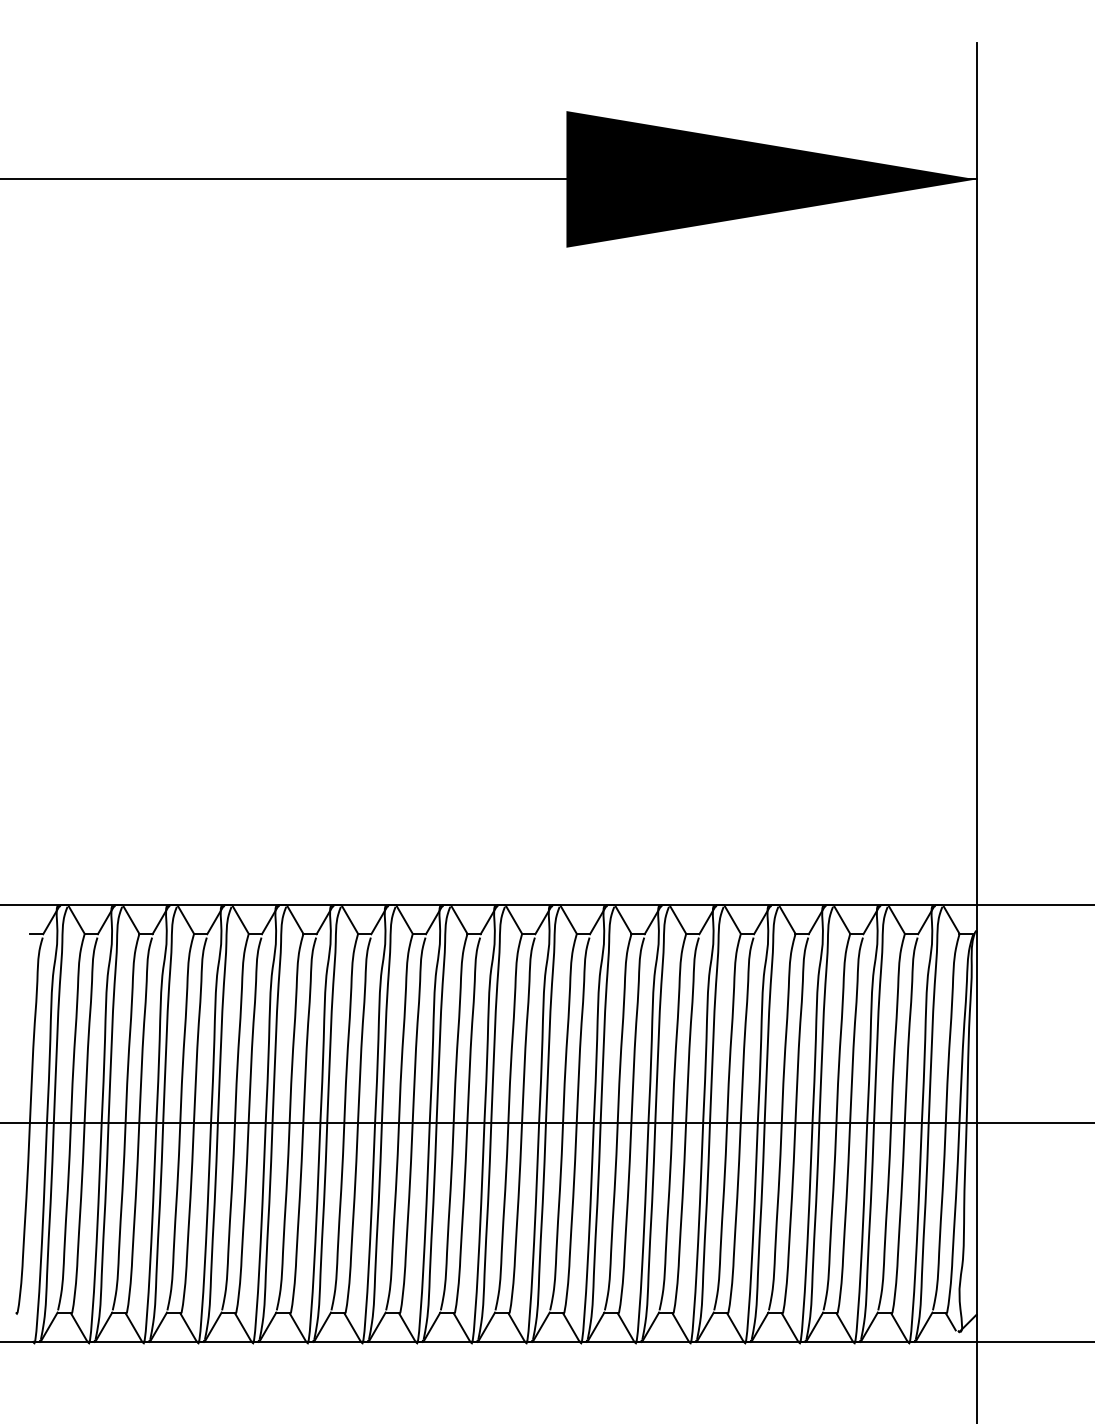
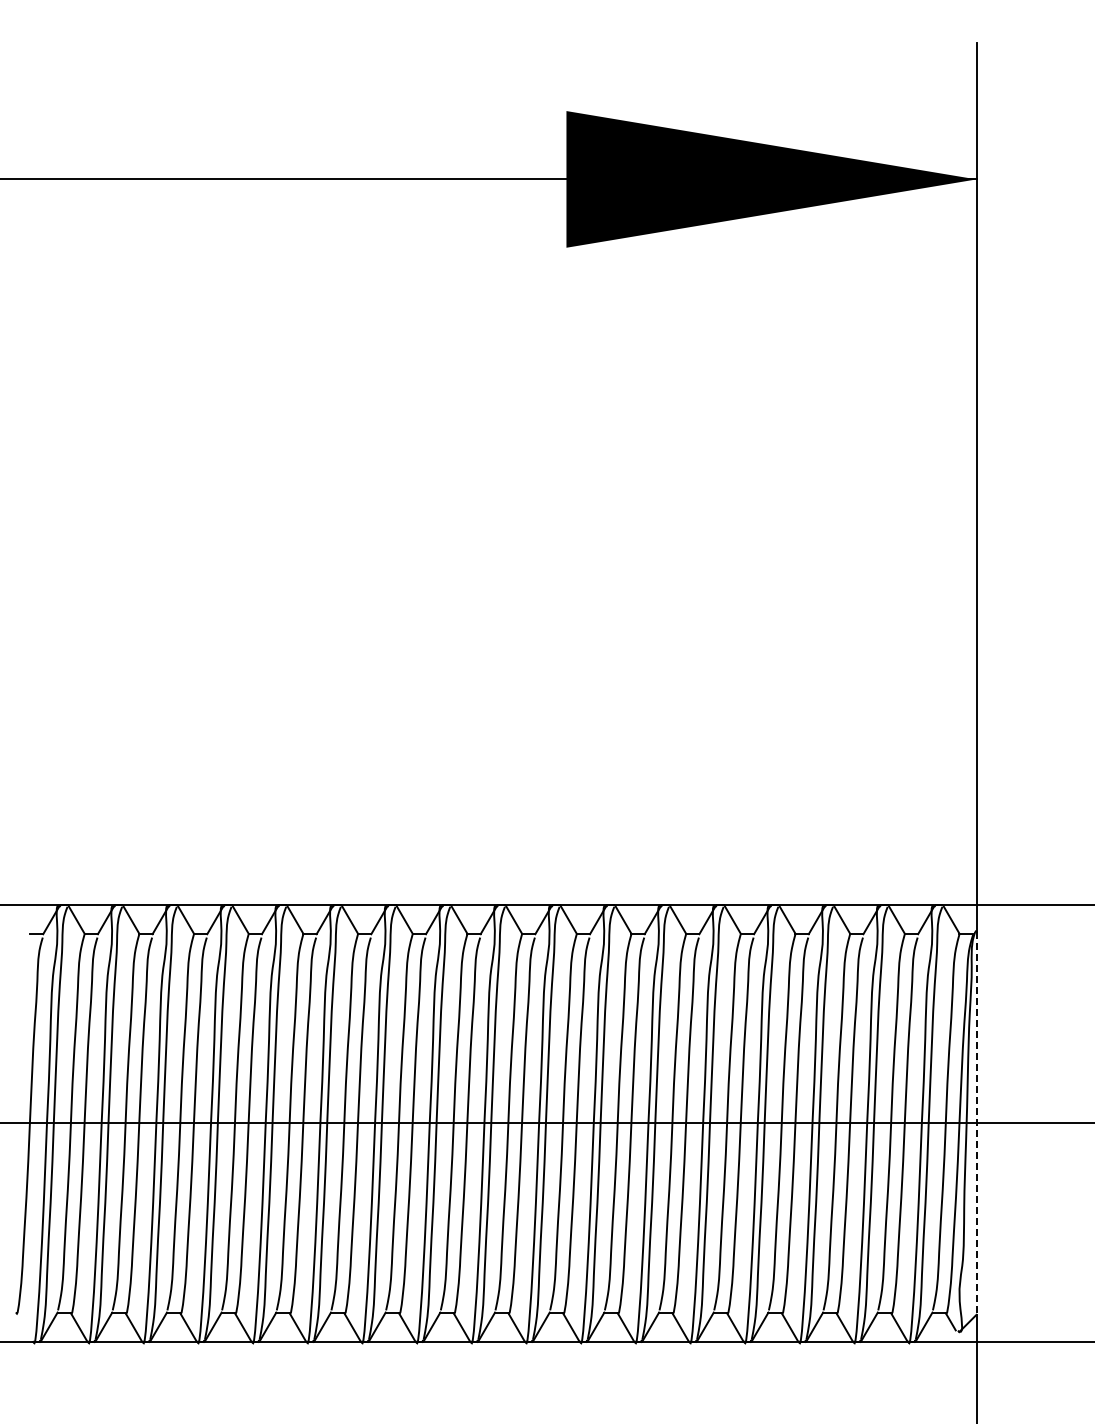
line at (976, 1123): solid -> dashed
